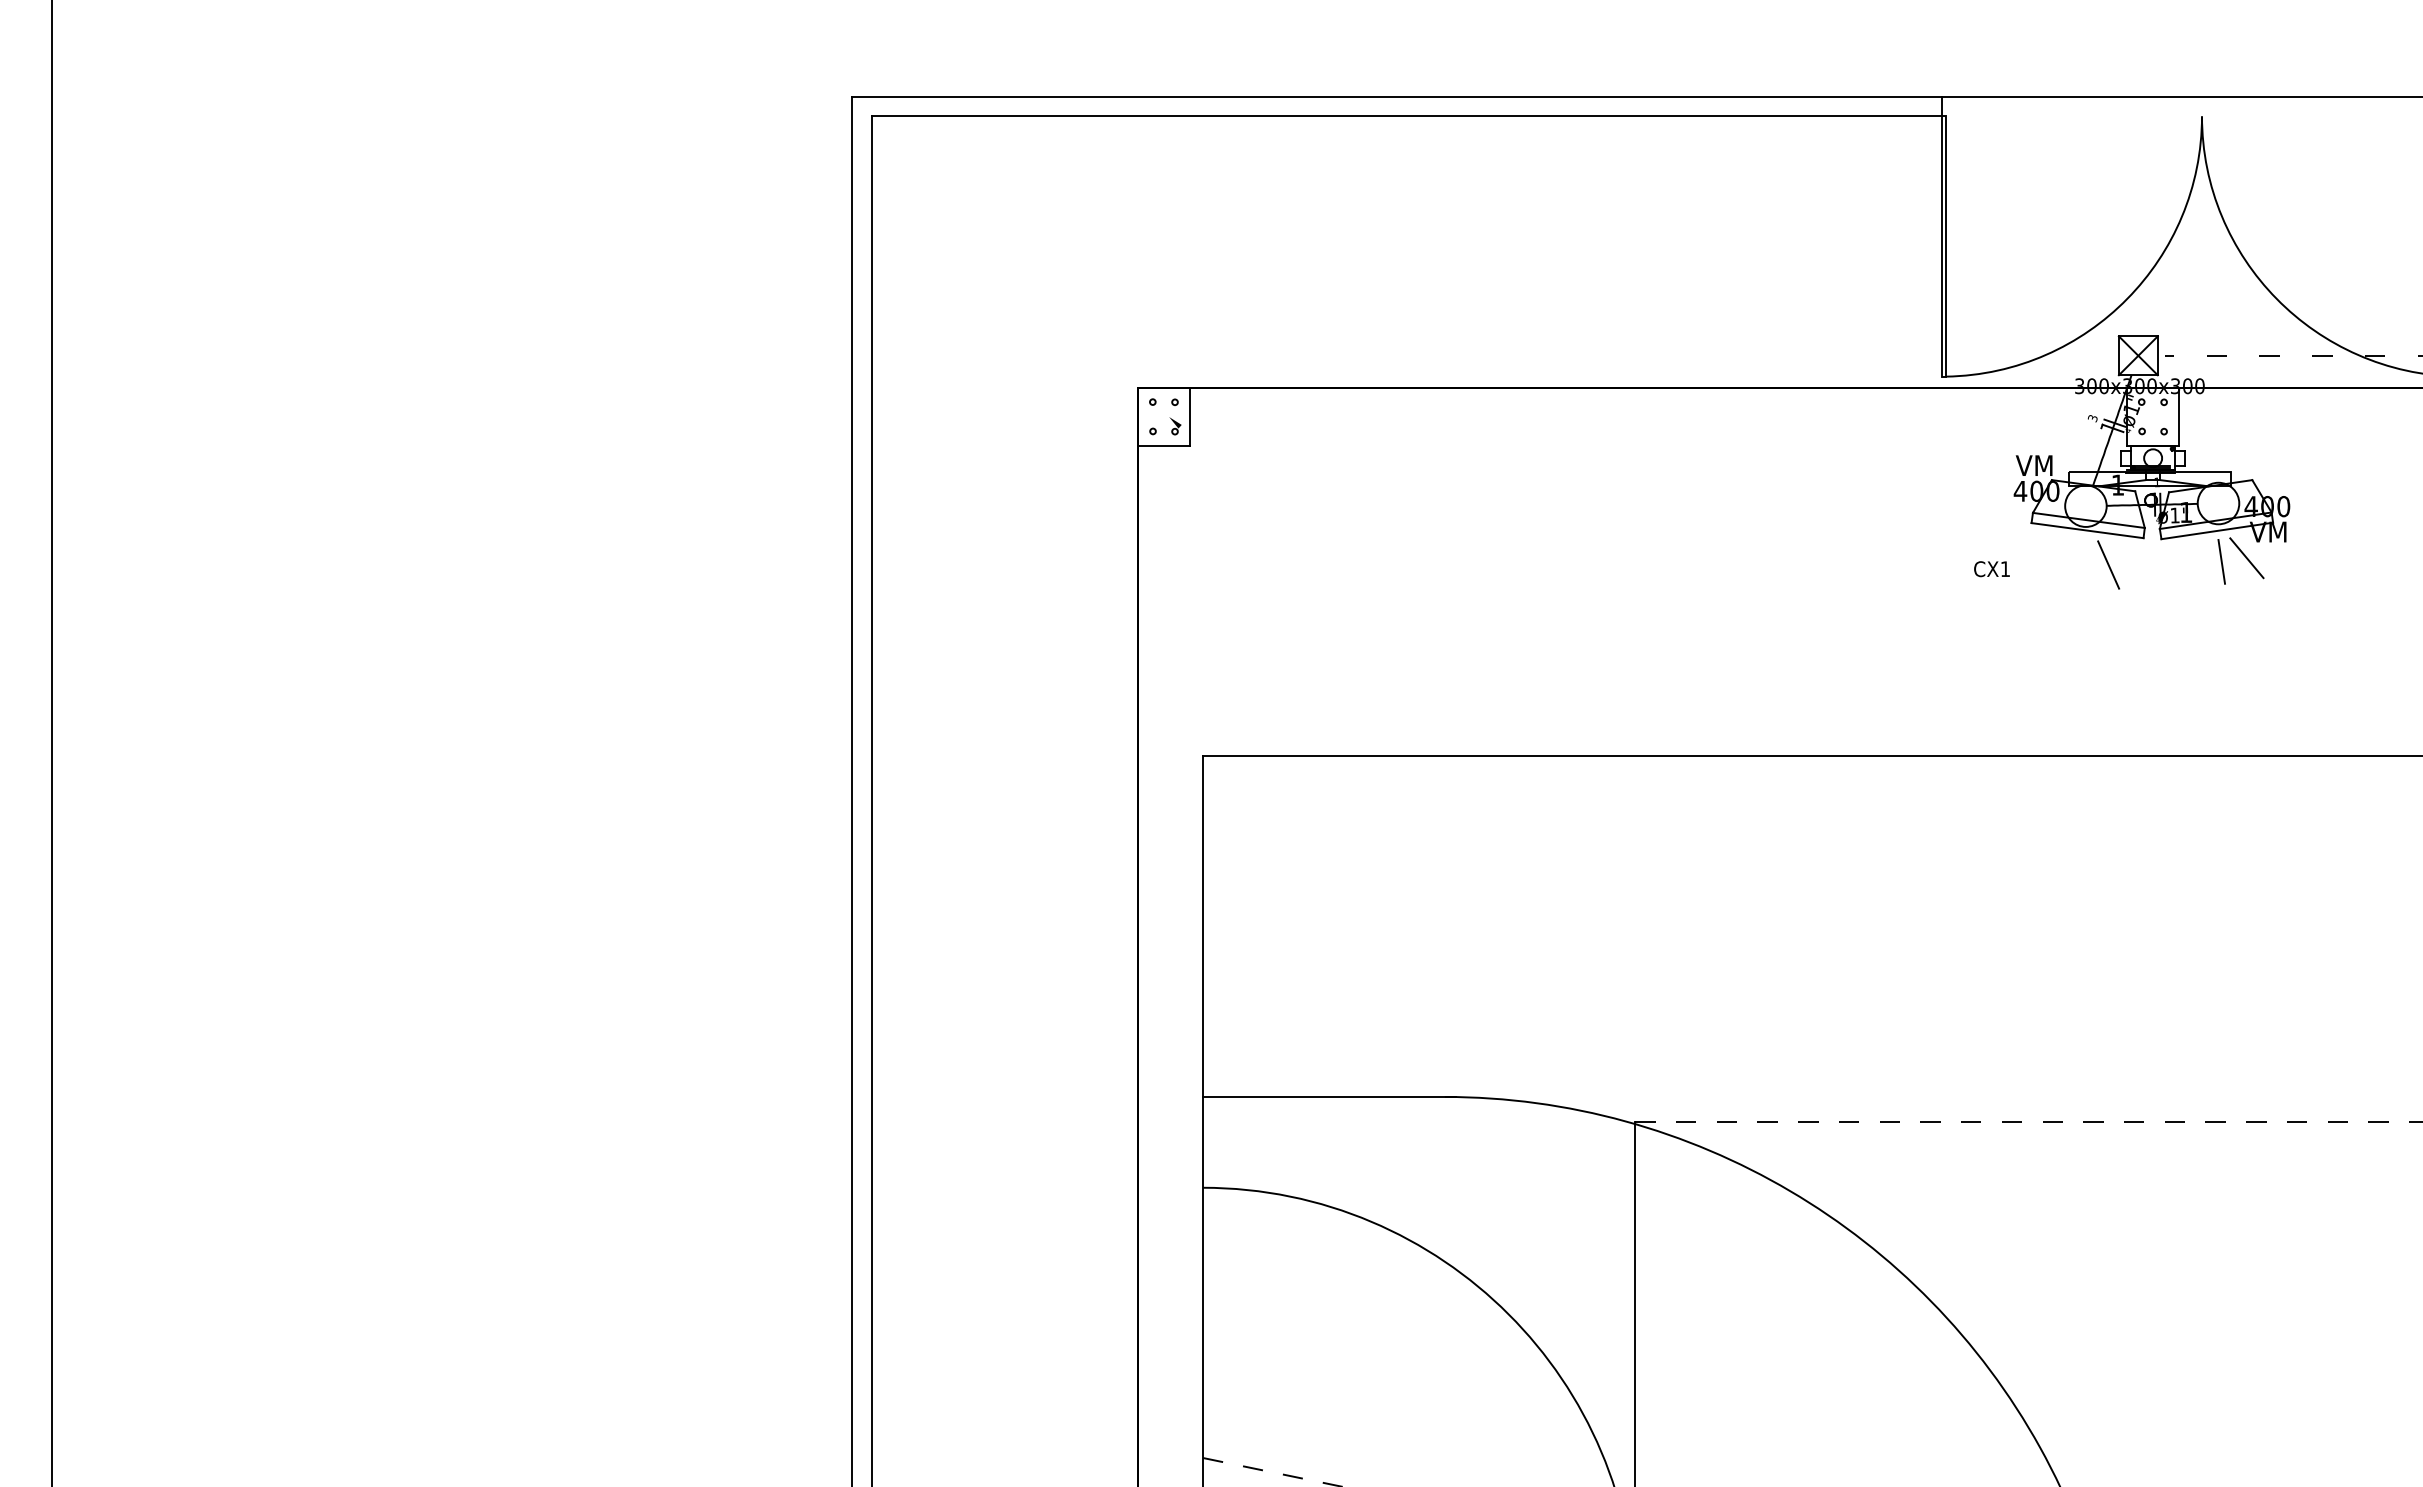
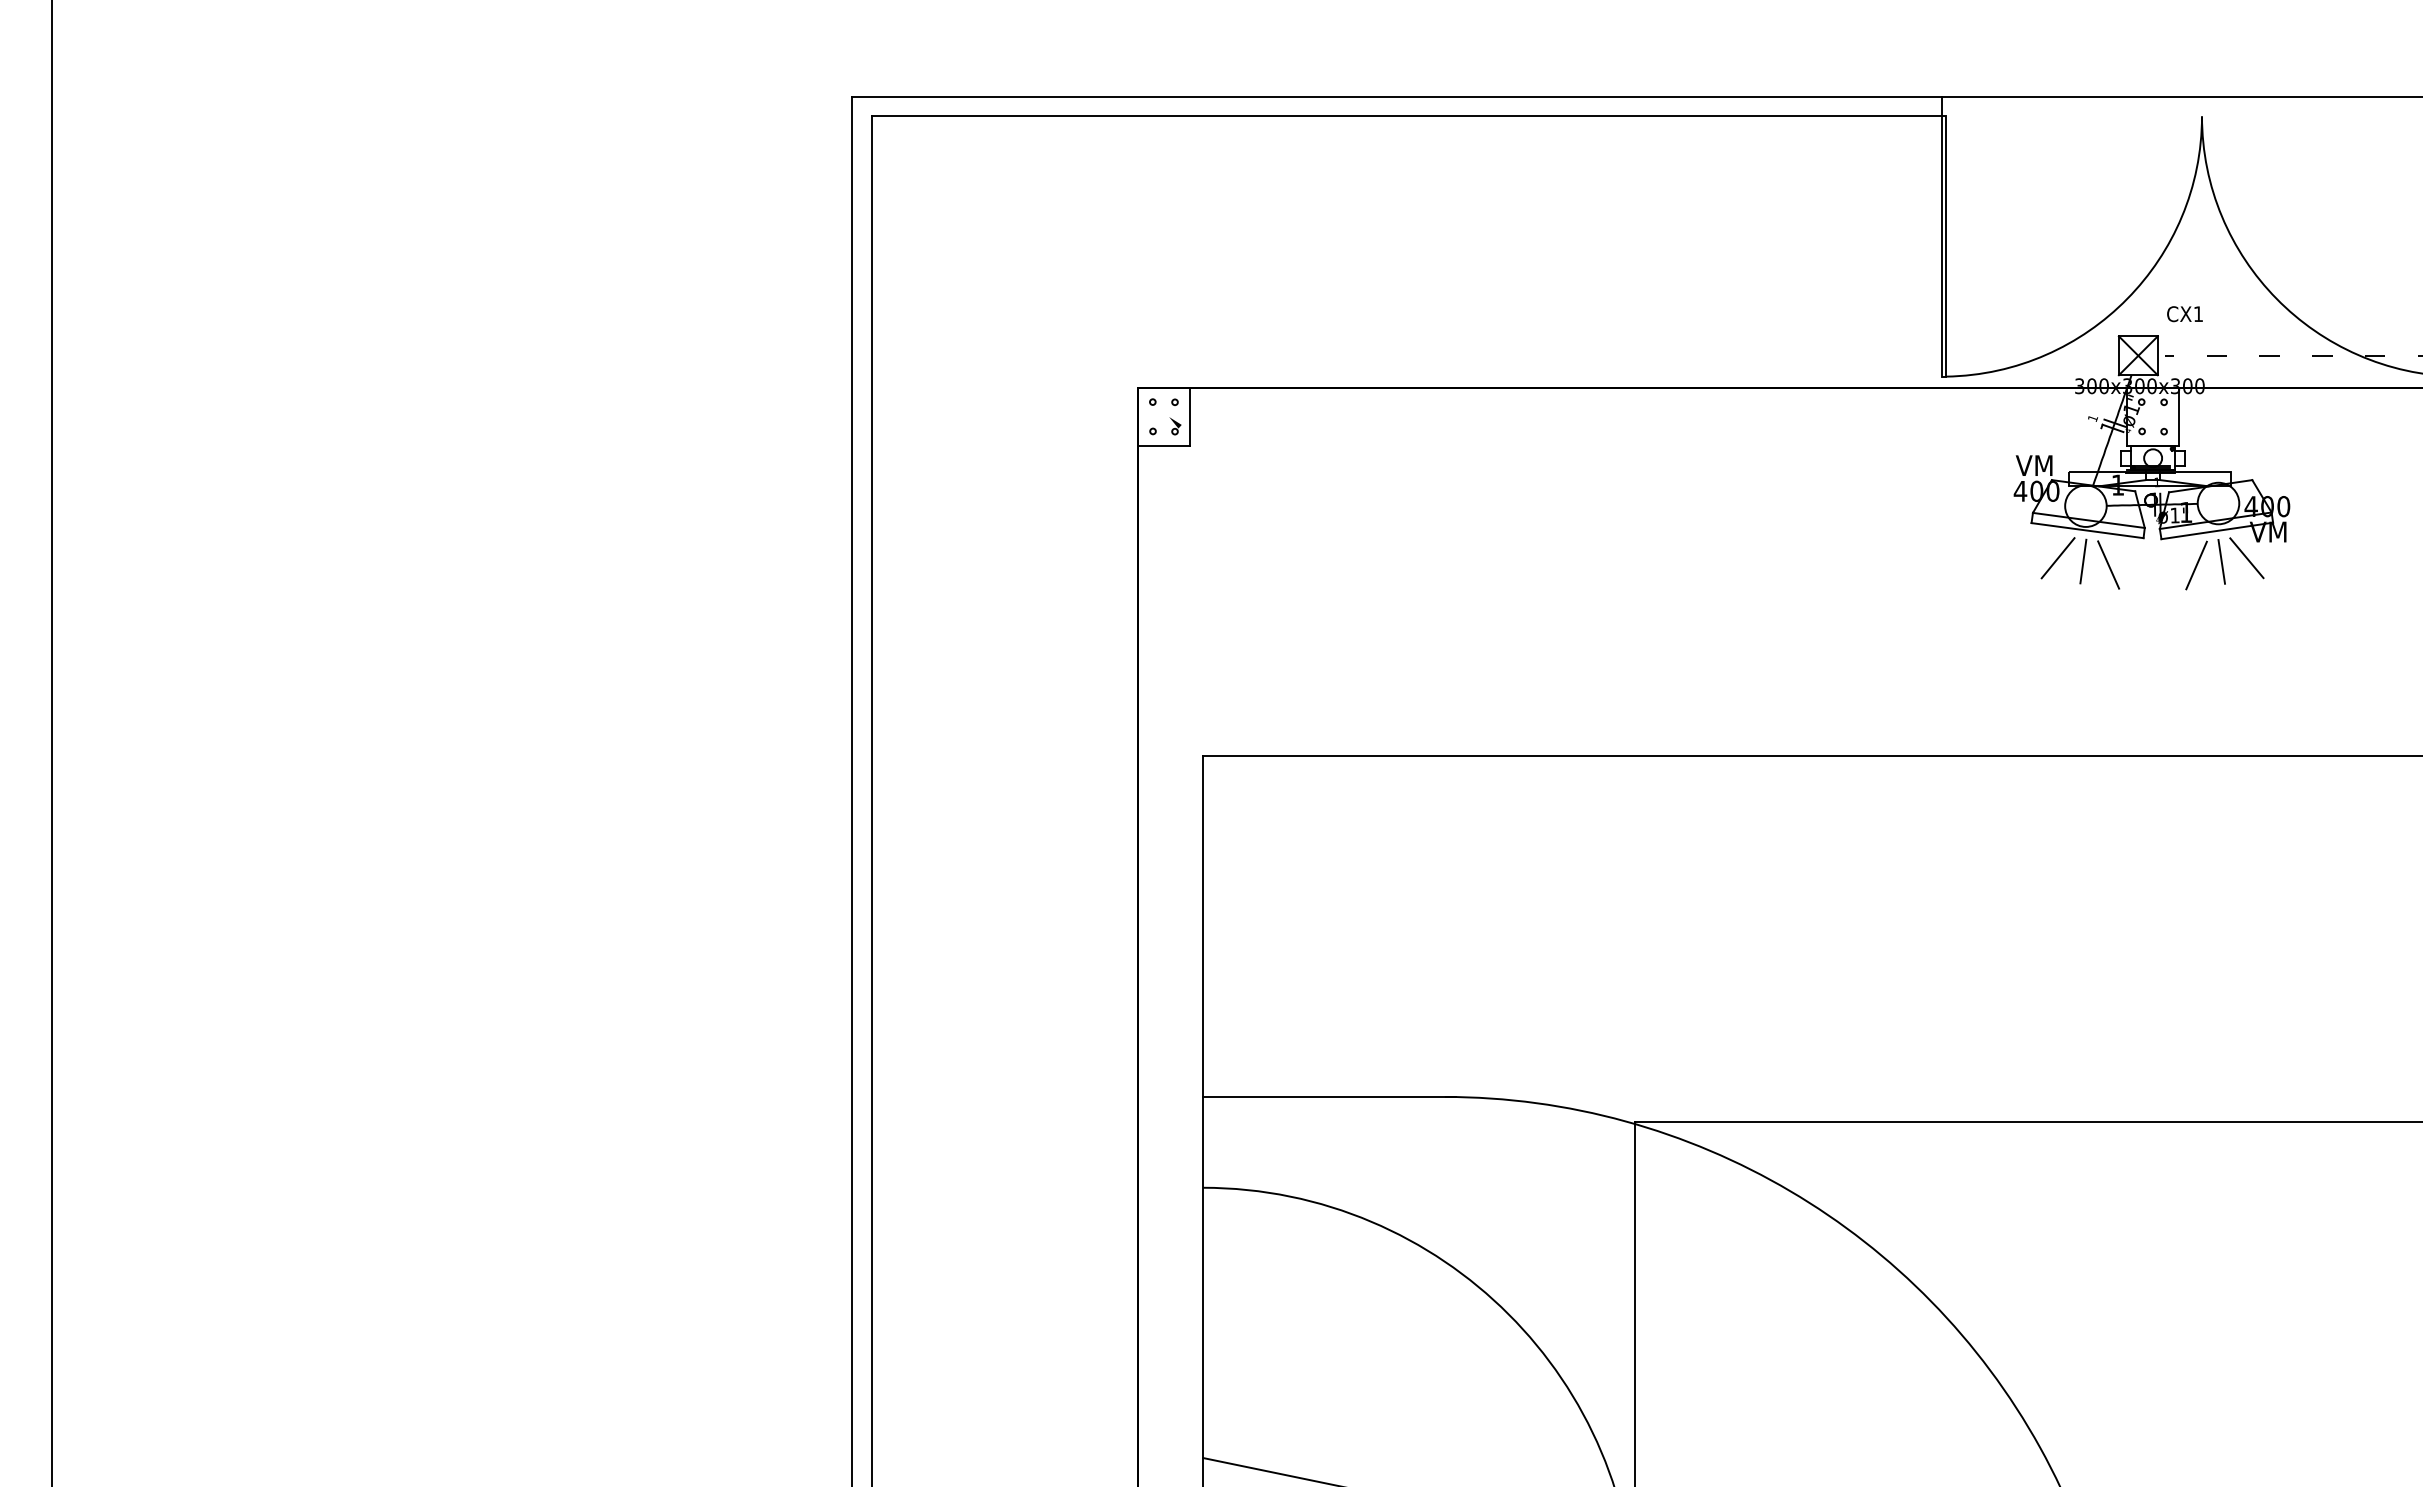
text at (2092, 418): 3 -> 1
line at (2057, 558): none -> present
line at (2083, 561): none -> present
line at (2196, 565): none -> present
text at (1991, 569) position: (1991, 569) -> (2184, 314)
line at (2029, 1122): dashed -> solid
line at (1273, 1472): dashed -> solid
